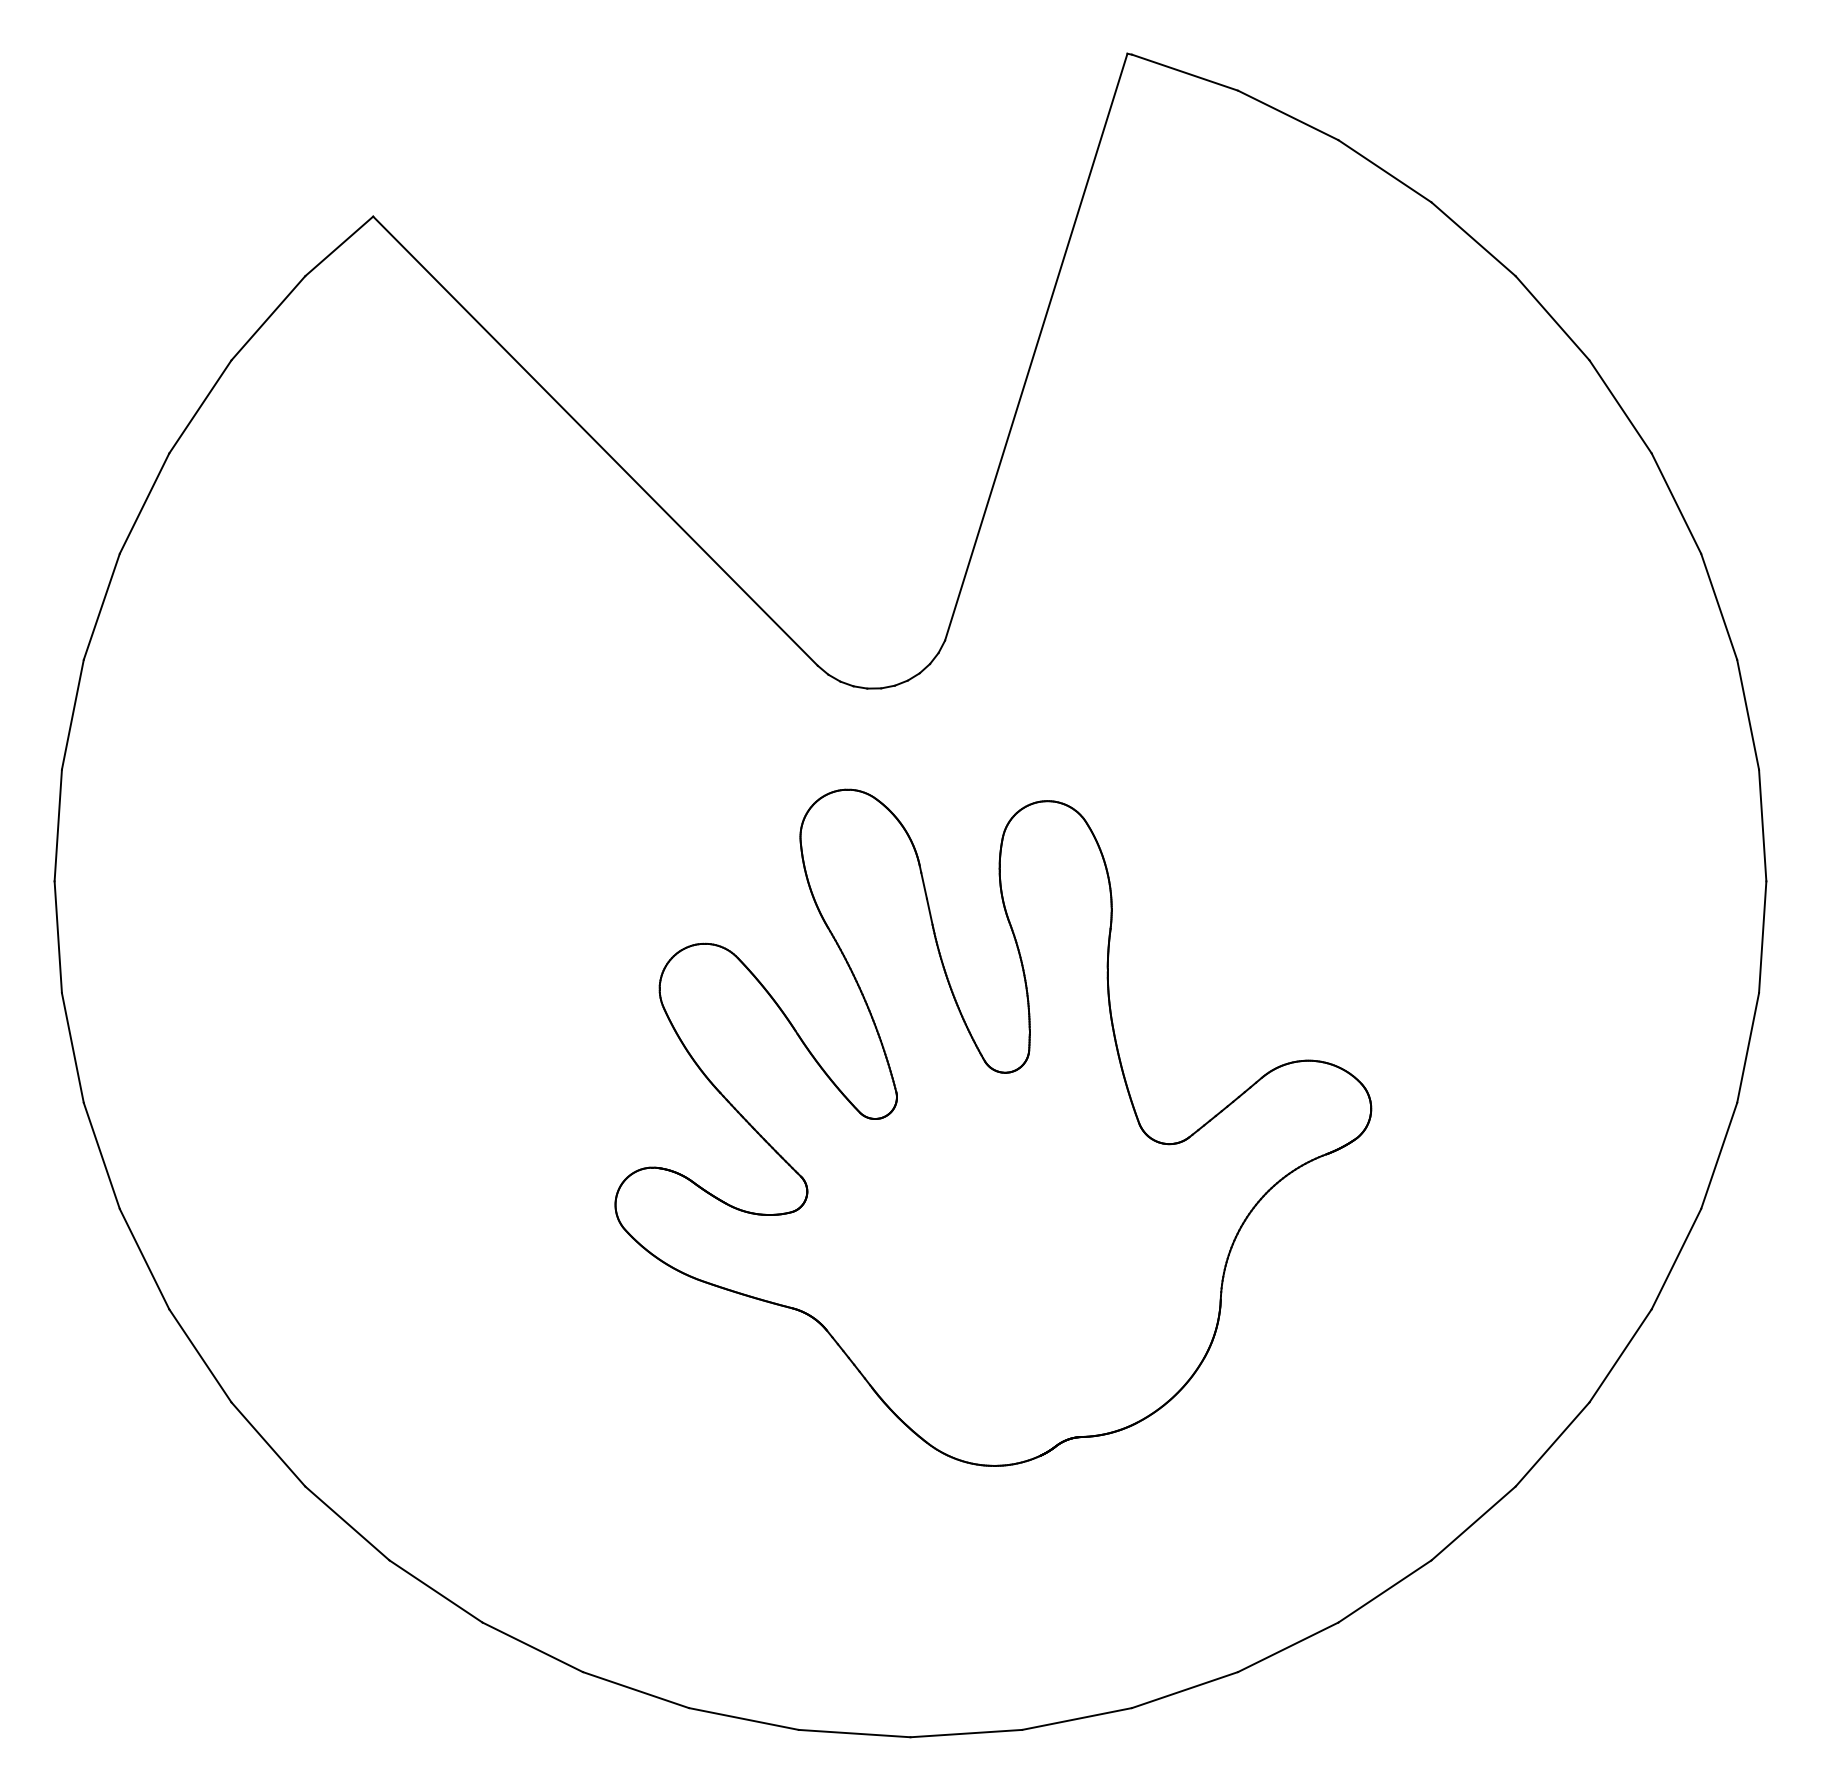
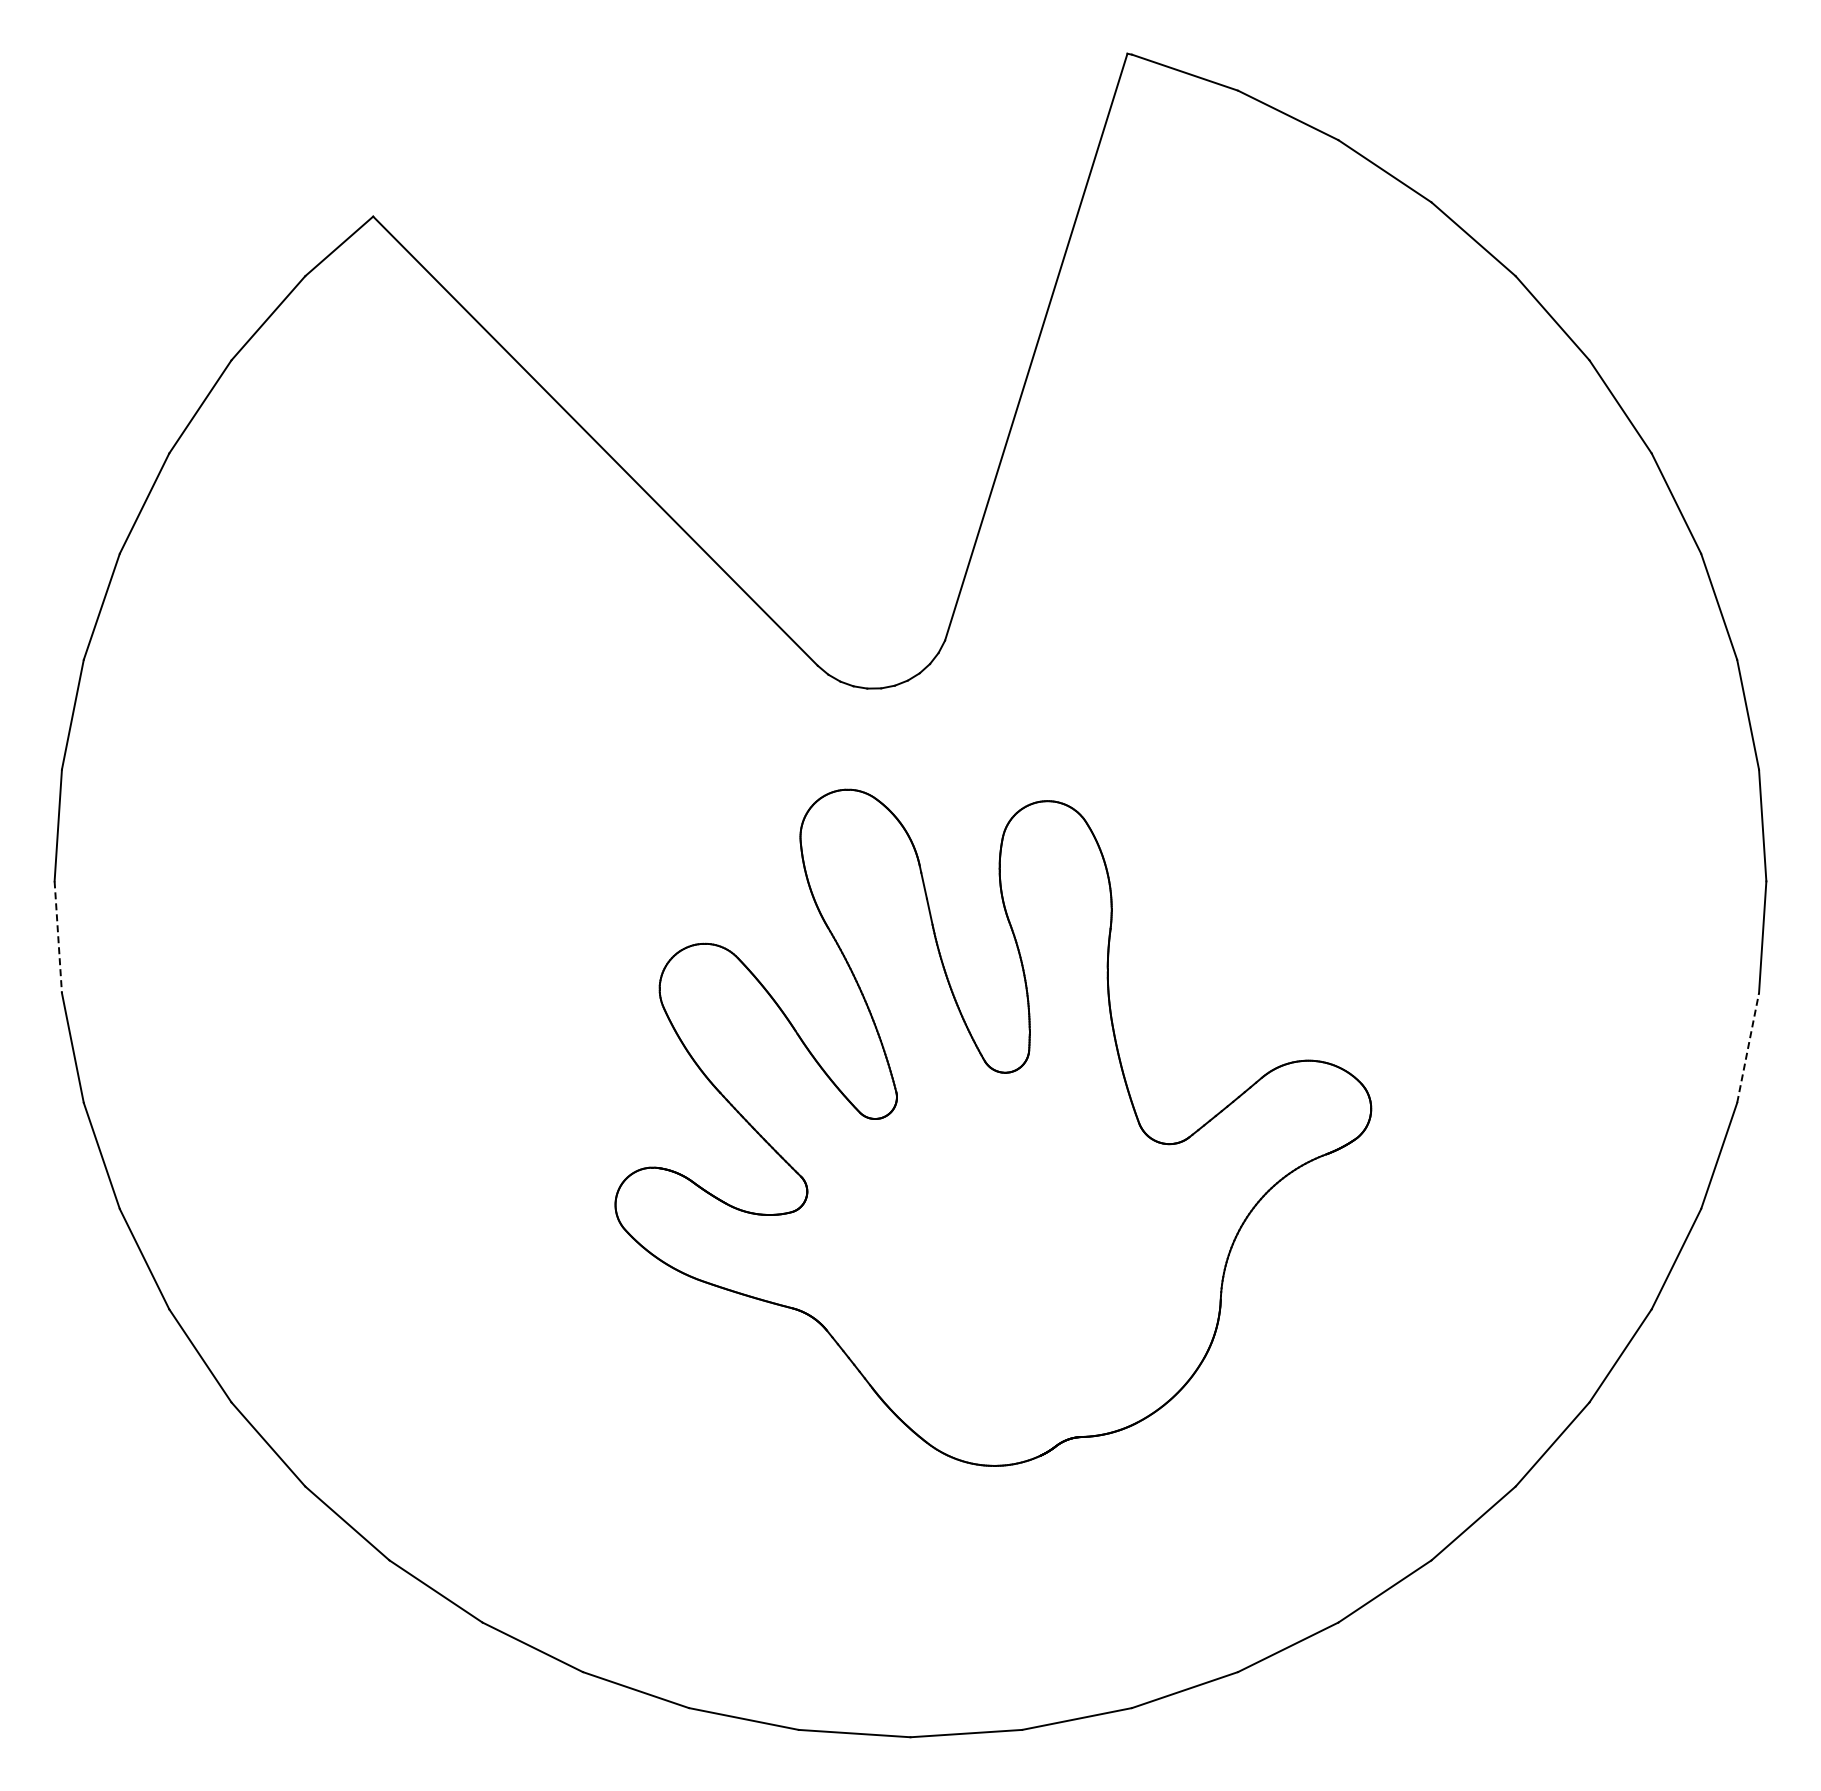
line at (58, 937): solid -> dashed
line at (1748, 1047): solid -> dashed
